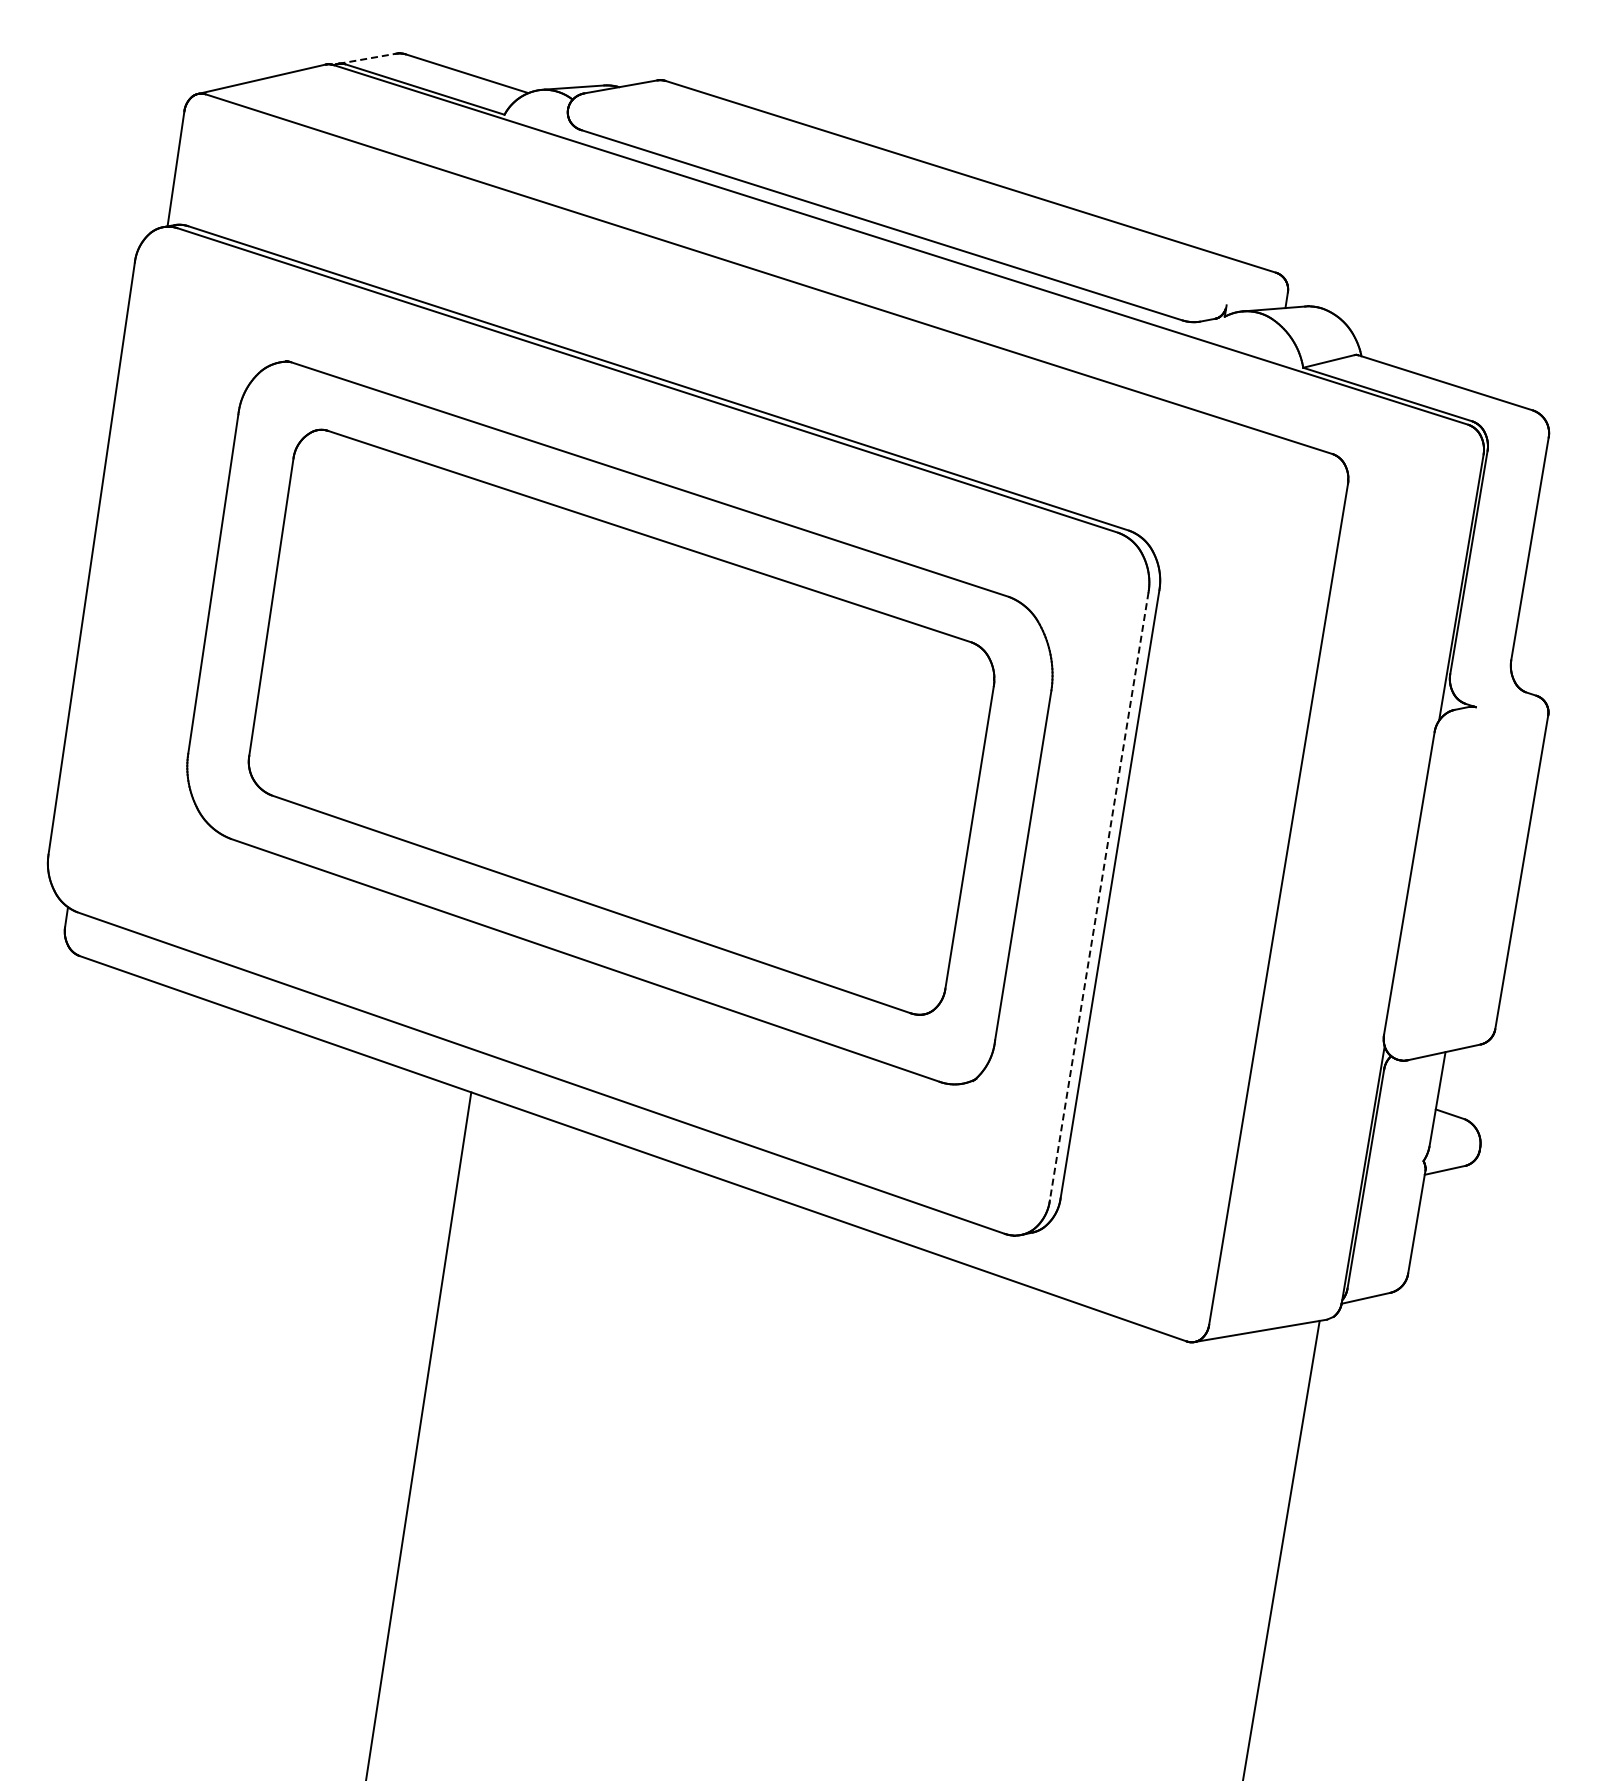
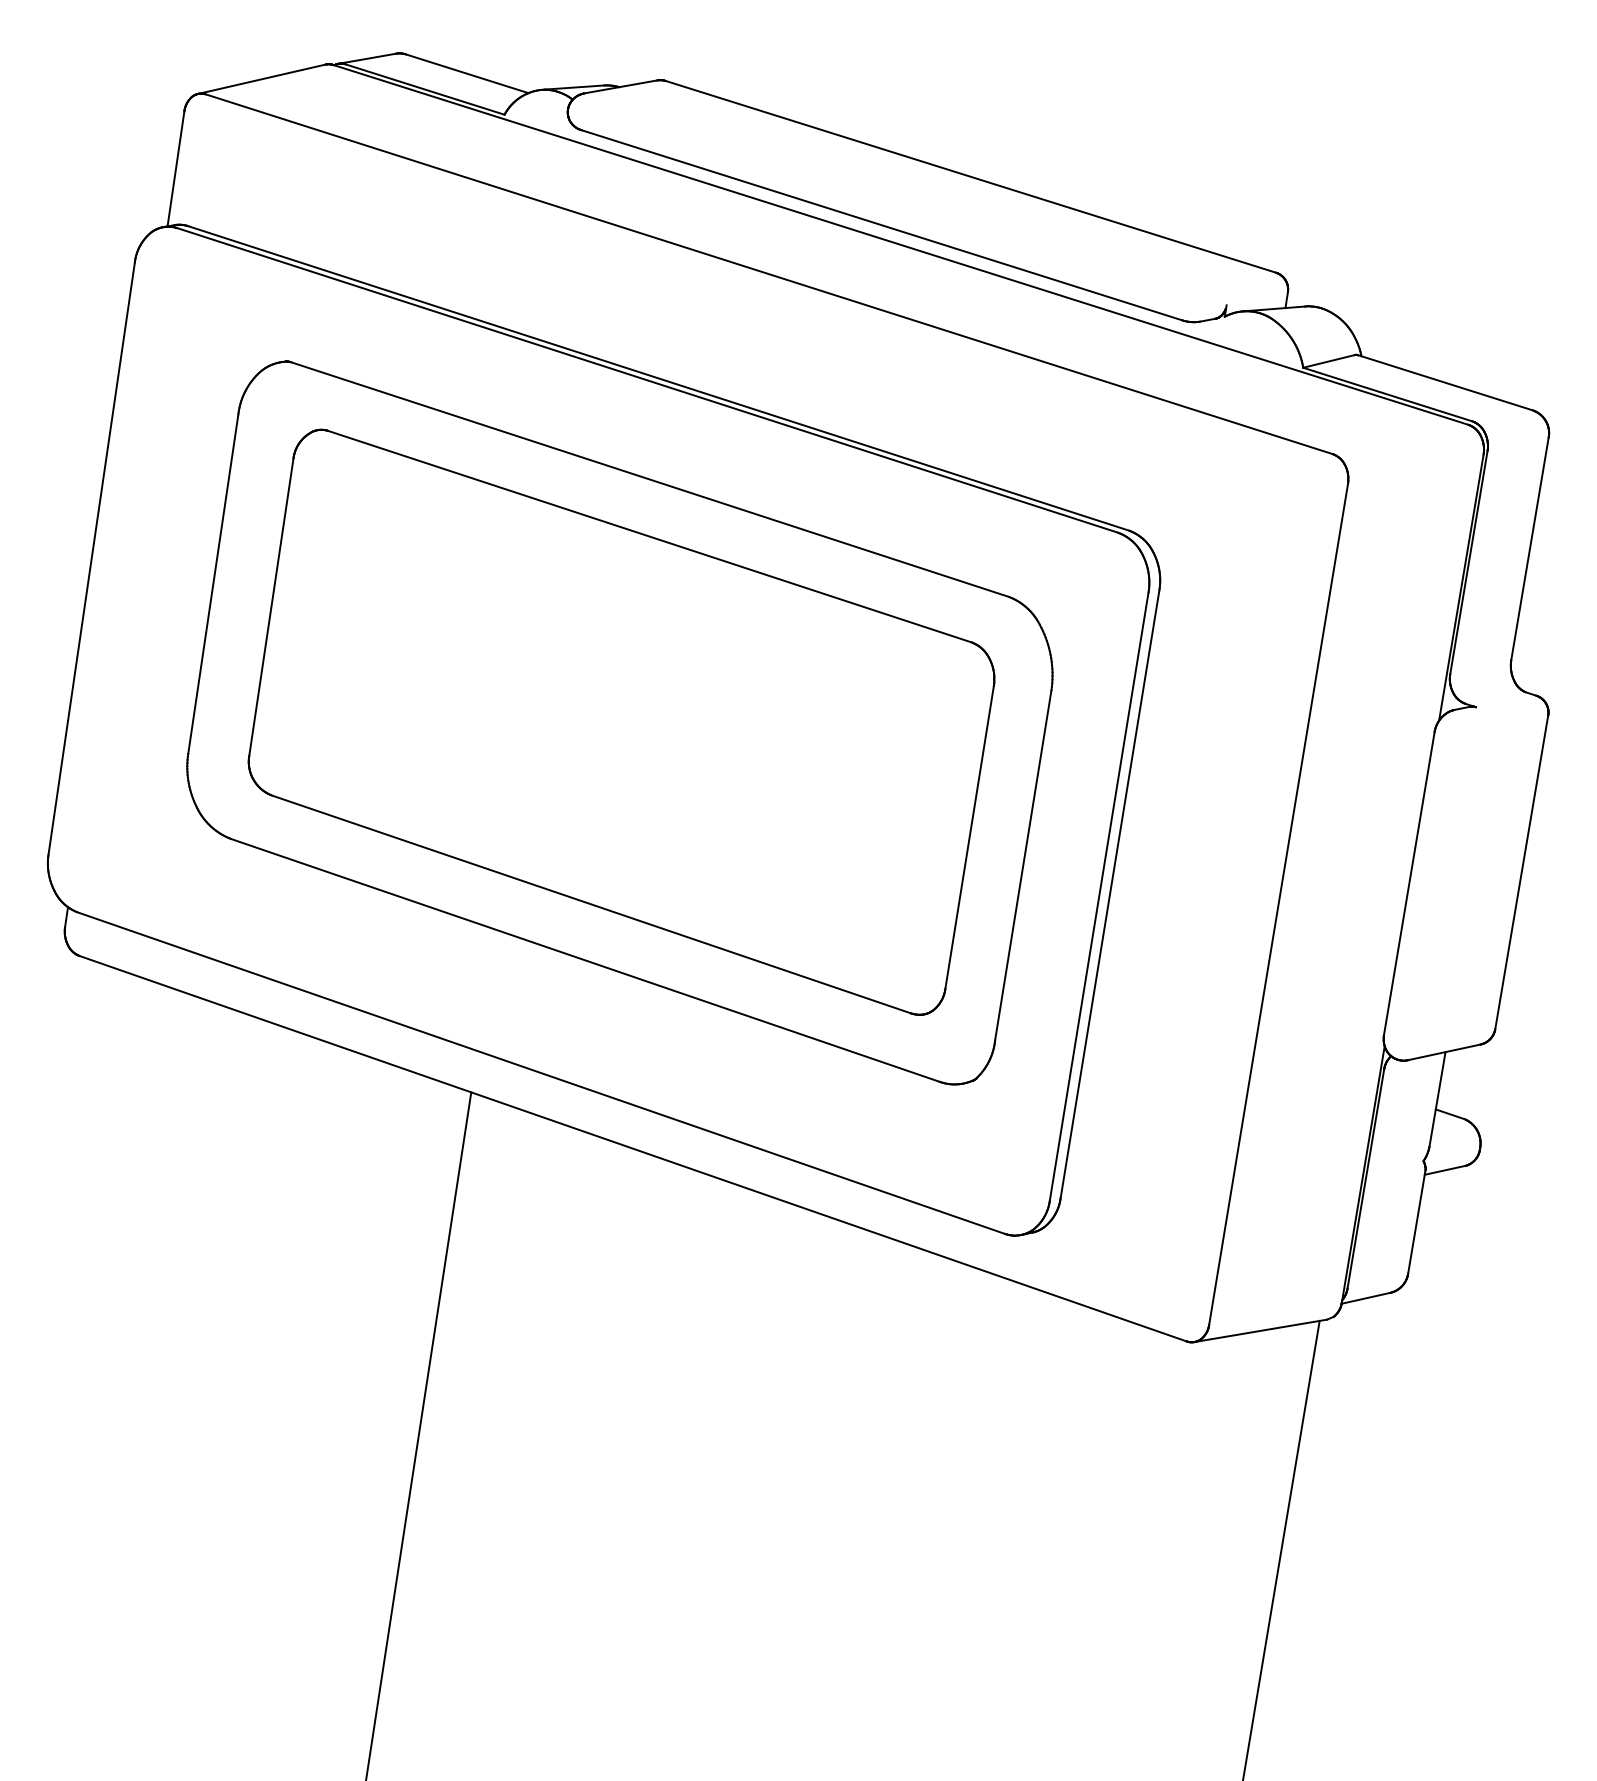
line at (367, 58): dashed -> solid
line at (1099, 896): dashed -> solid
